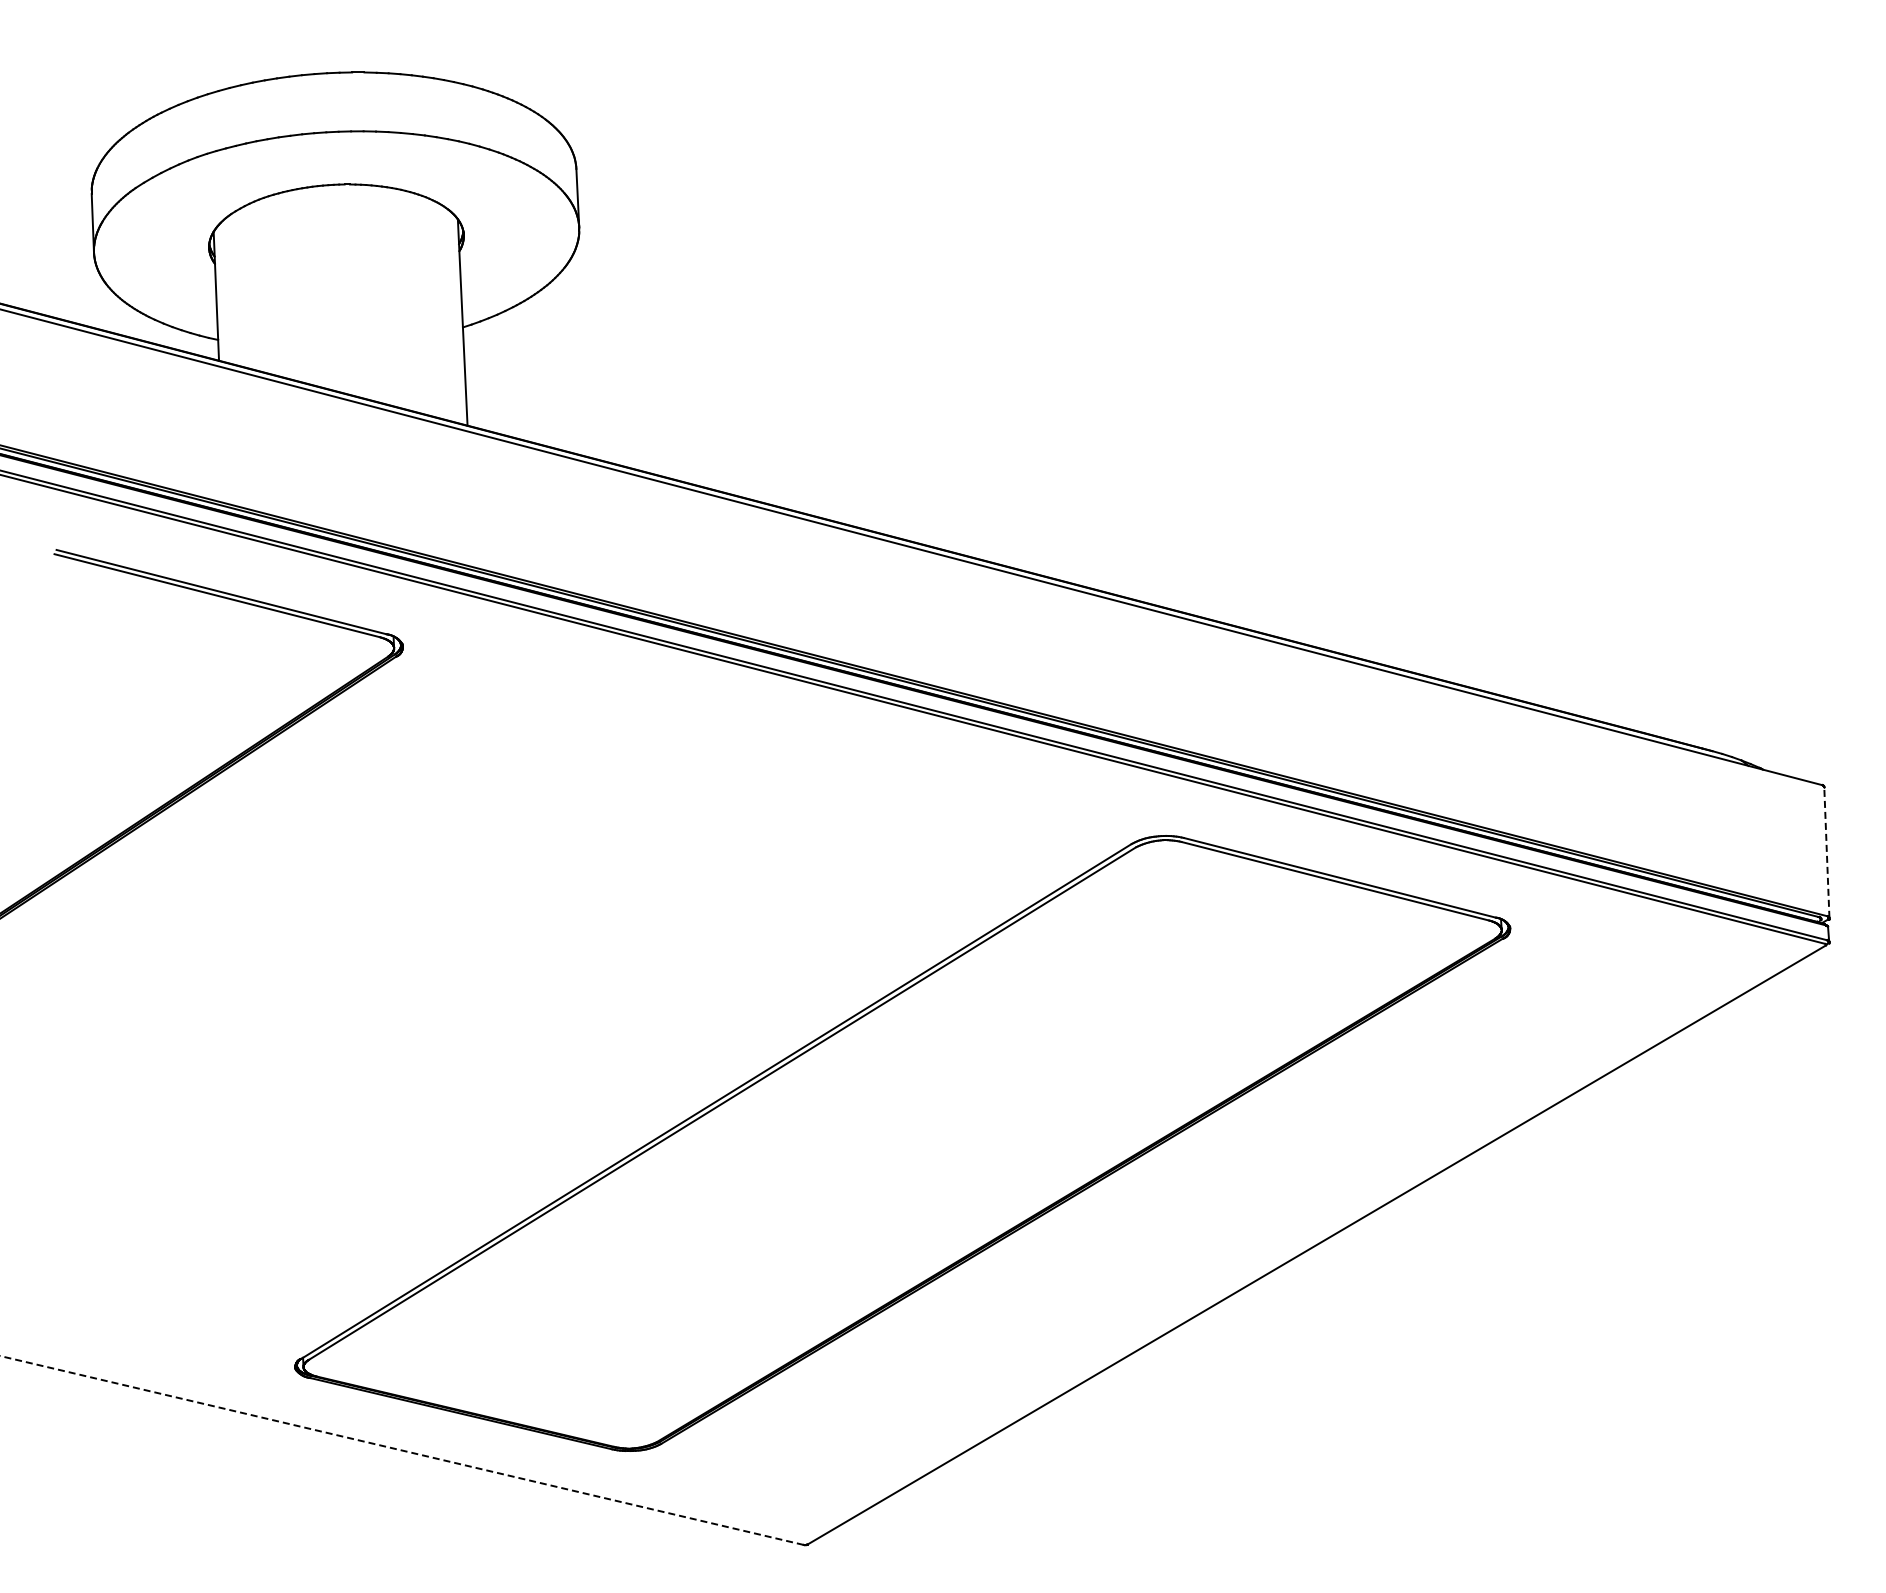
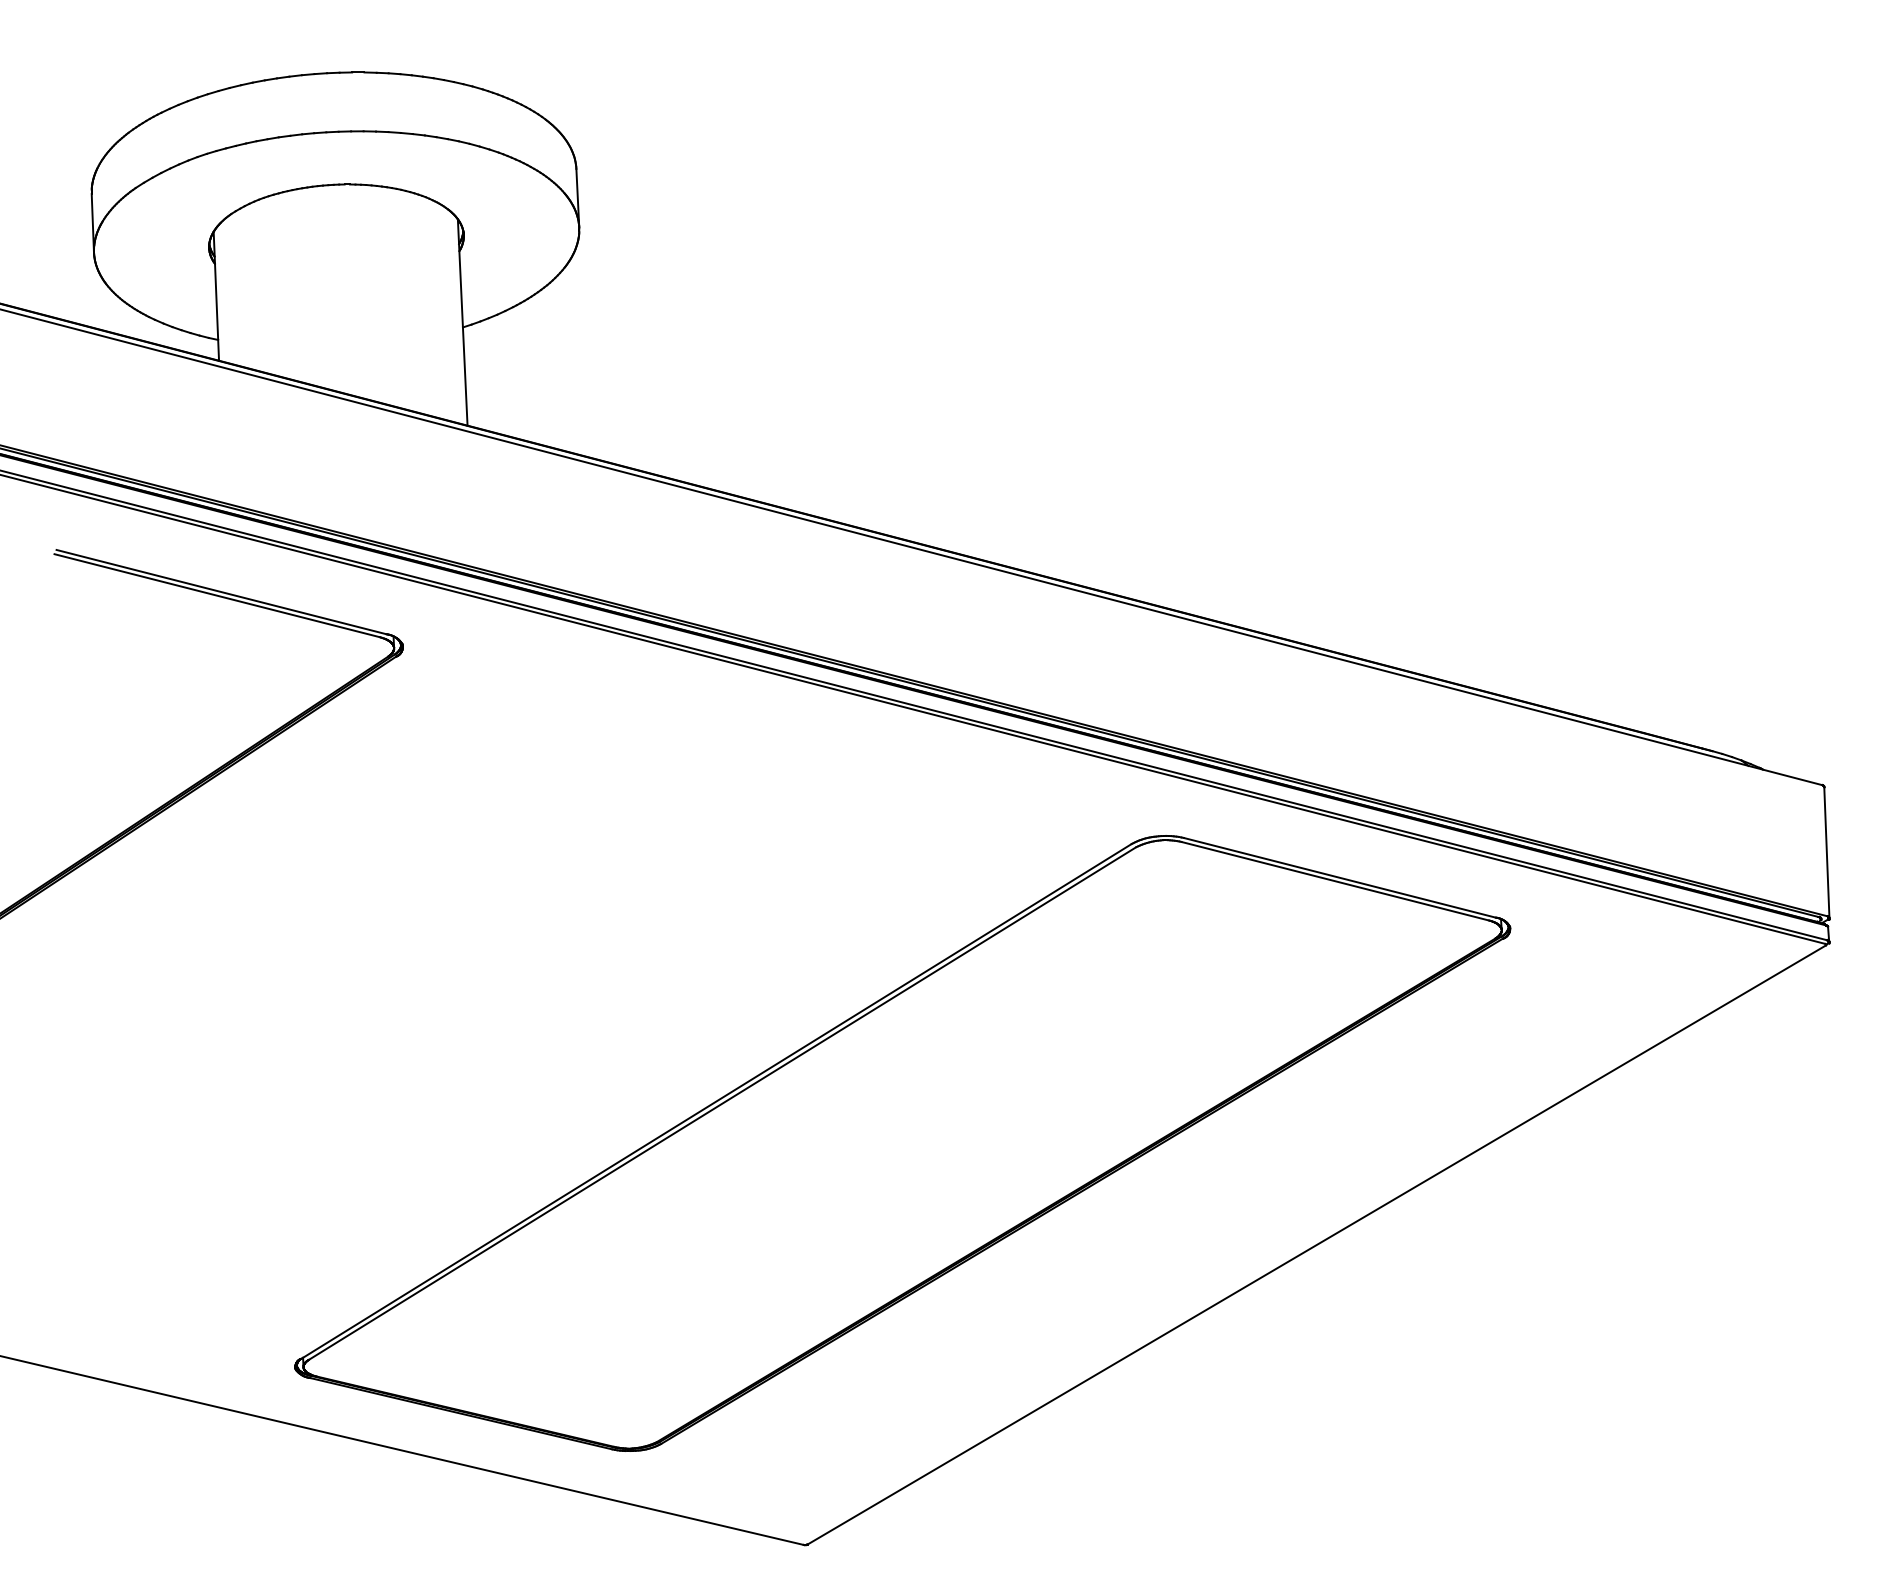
line at (1826, 852): dashed -> solid
line at (401, 1450): dashed -> solid
